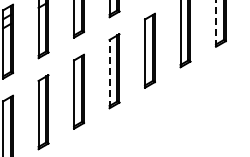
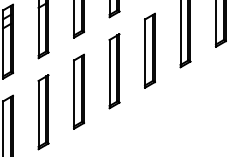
line at (216, 23): dashed -> solid
line at (109, 73): dashed -> solid
